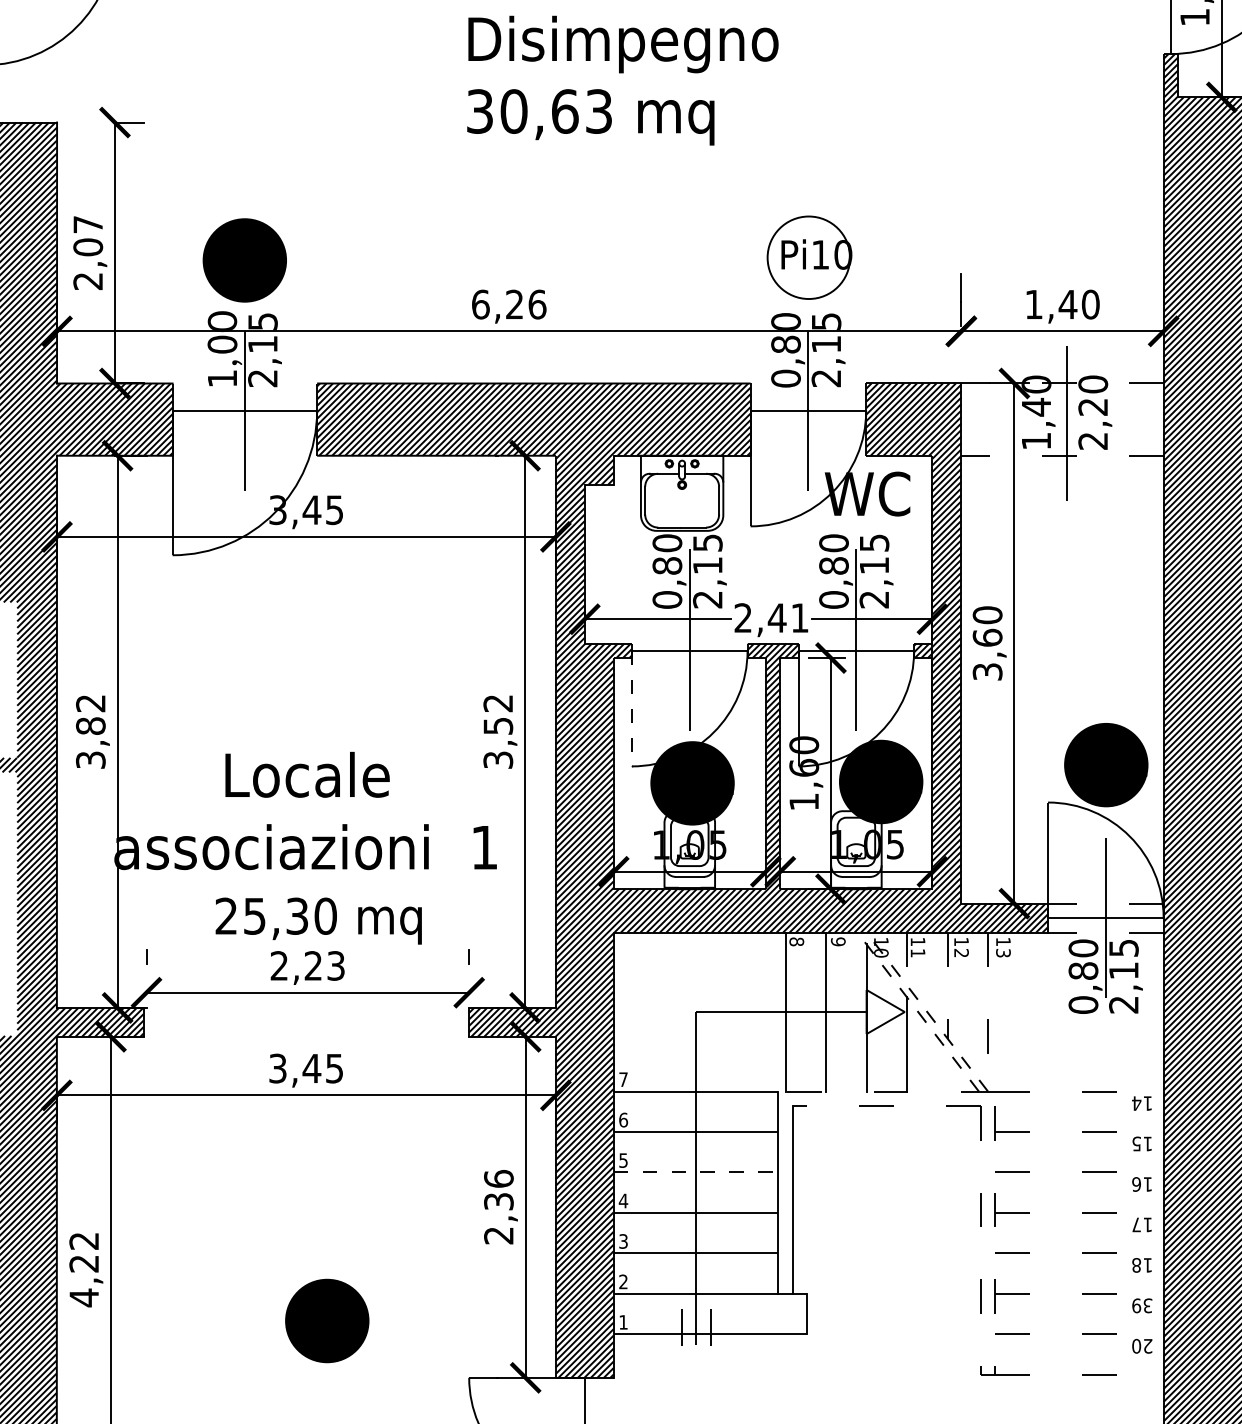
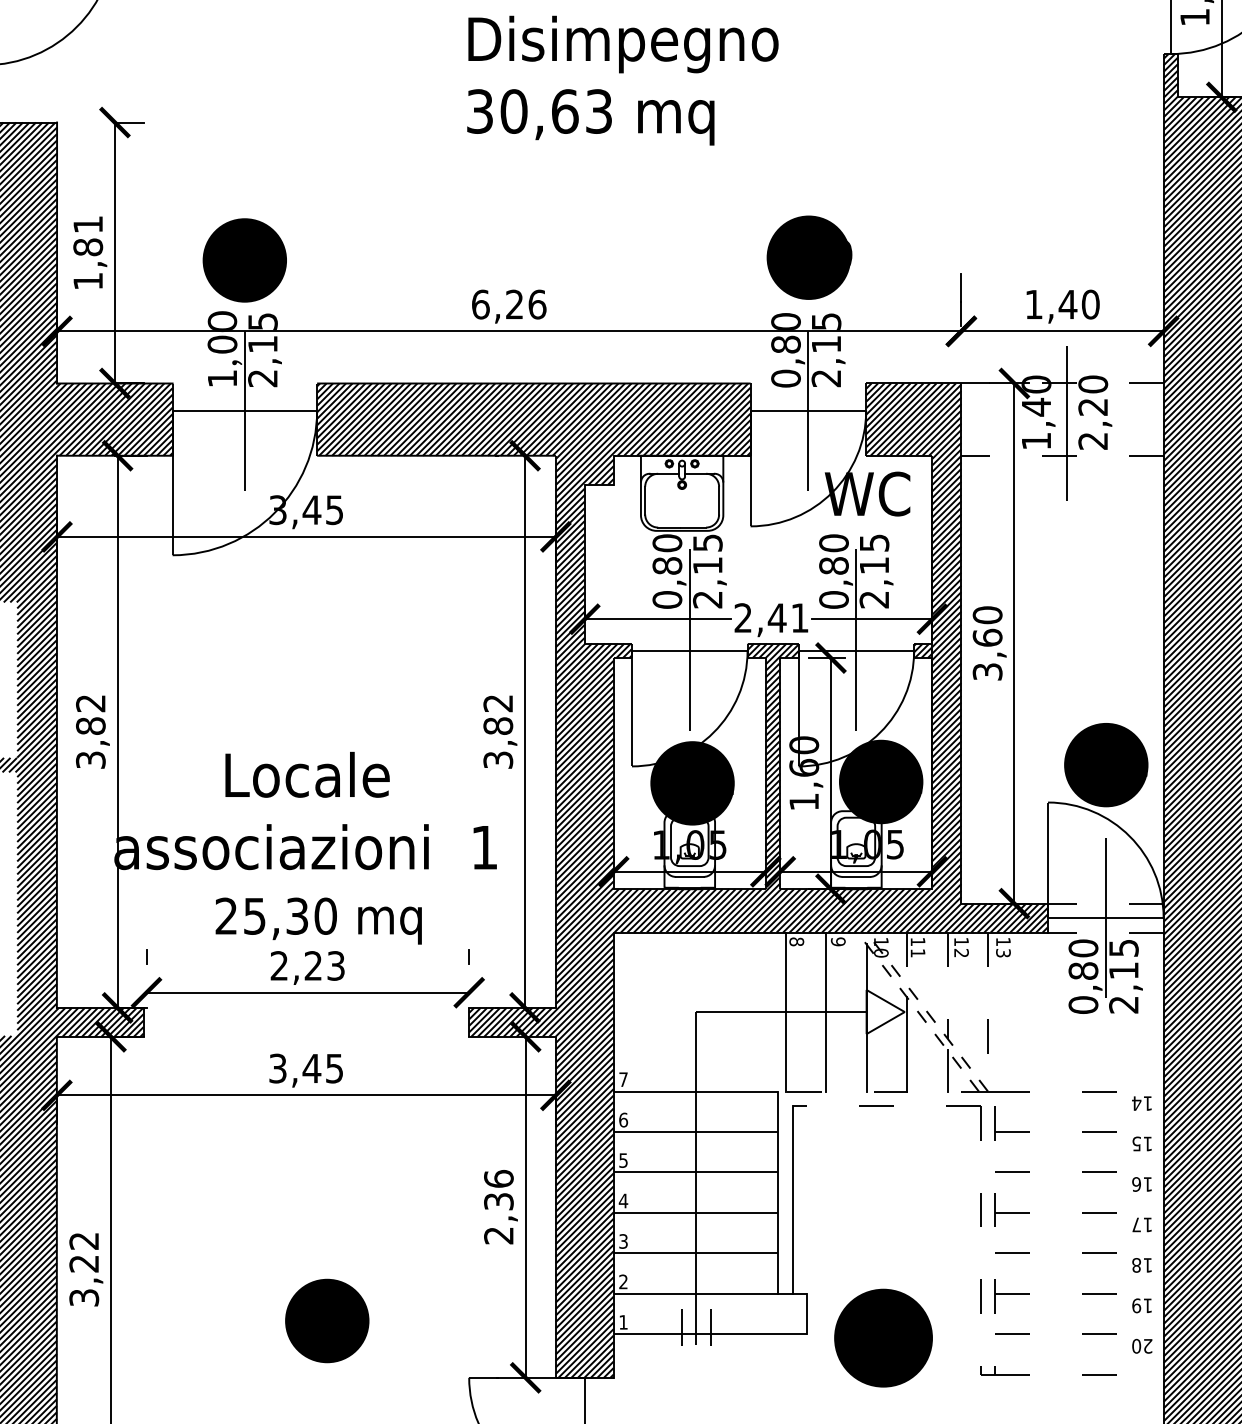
text at (87, 253): 2,07 -> 1,81
fill at (808, 257): none -> present
line at (631, 708): dashed -> solid
text at (498, 725): 3,52 -> 3,82
line at (947, 1070): none -> present
line at (696, 1172): dashed -> solid
text at (84, 1297): 4,22 -> 3,22
text at (1147, 1305): 39 -> 19
part at (883, 1337): none -> present
